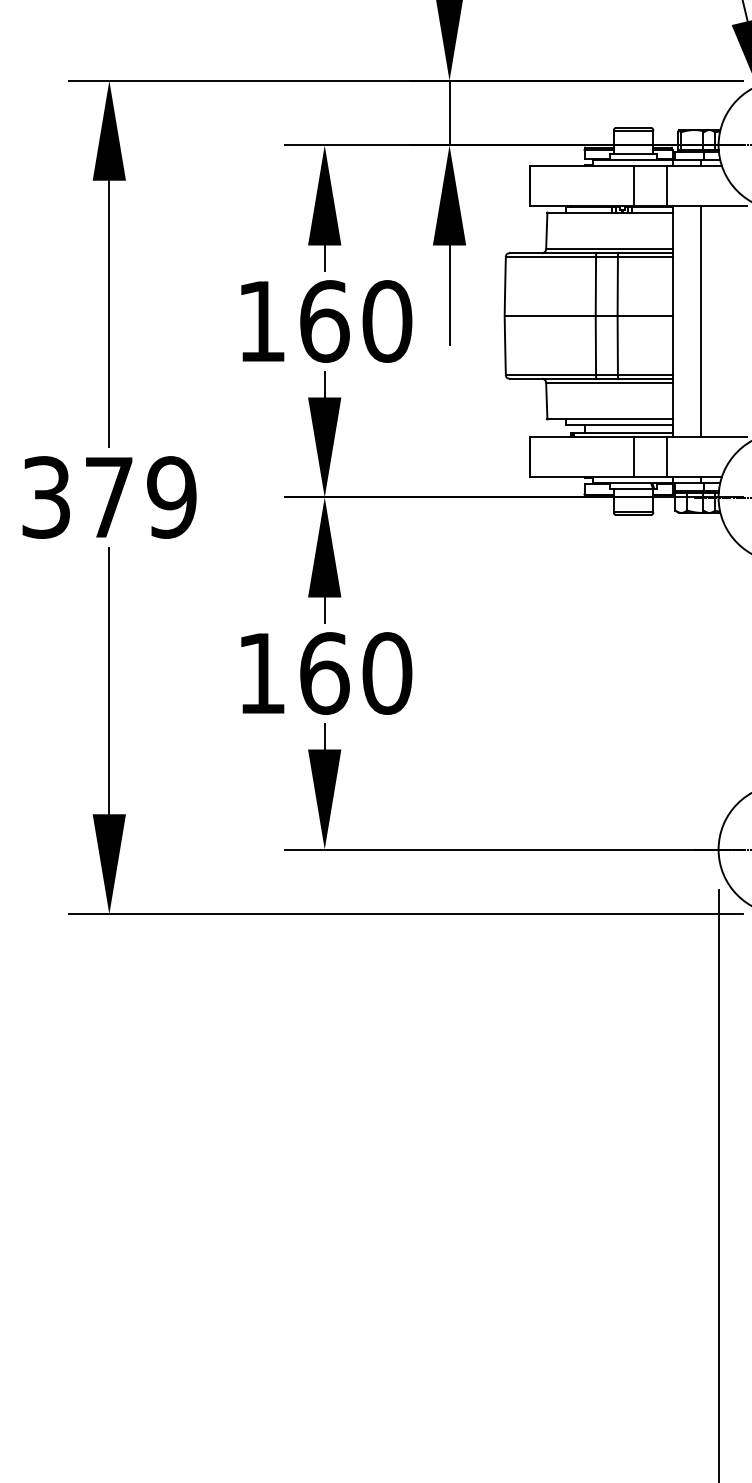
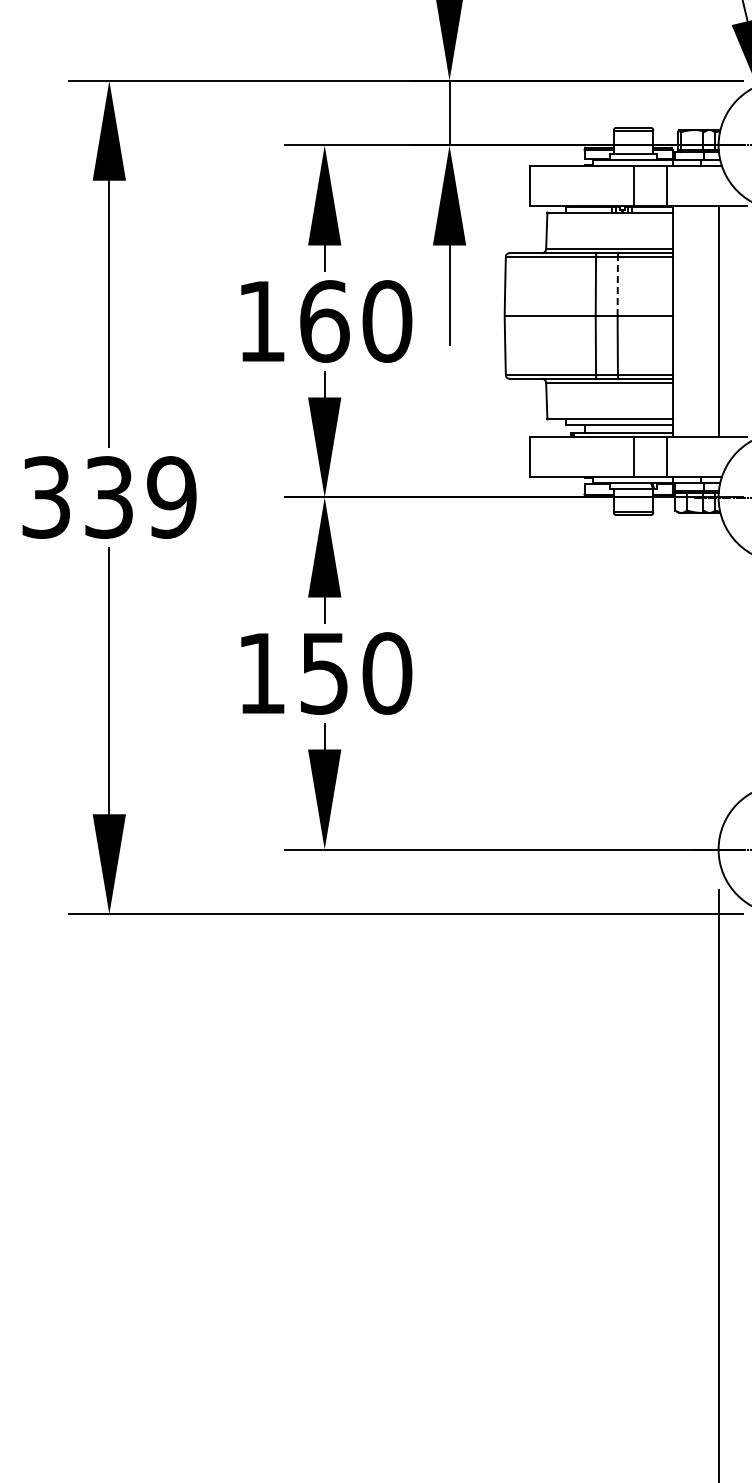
line at (617, 286): solid -> dashed
line at (700, 321) position: (700, 321) -> (718, 321)
text at (108, 497): 379 -> 339
text at (324, 673): 160 -> 150
